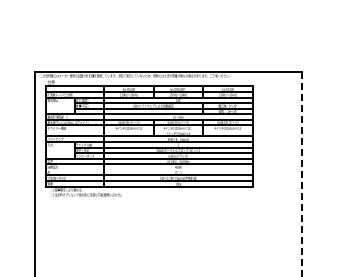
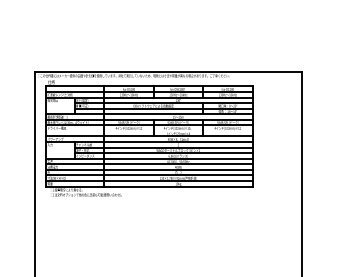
line at (149, 169): none -> present
line at (302, 174): dashed -> solid
